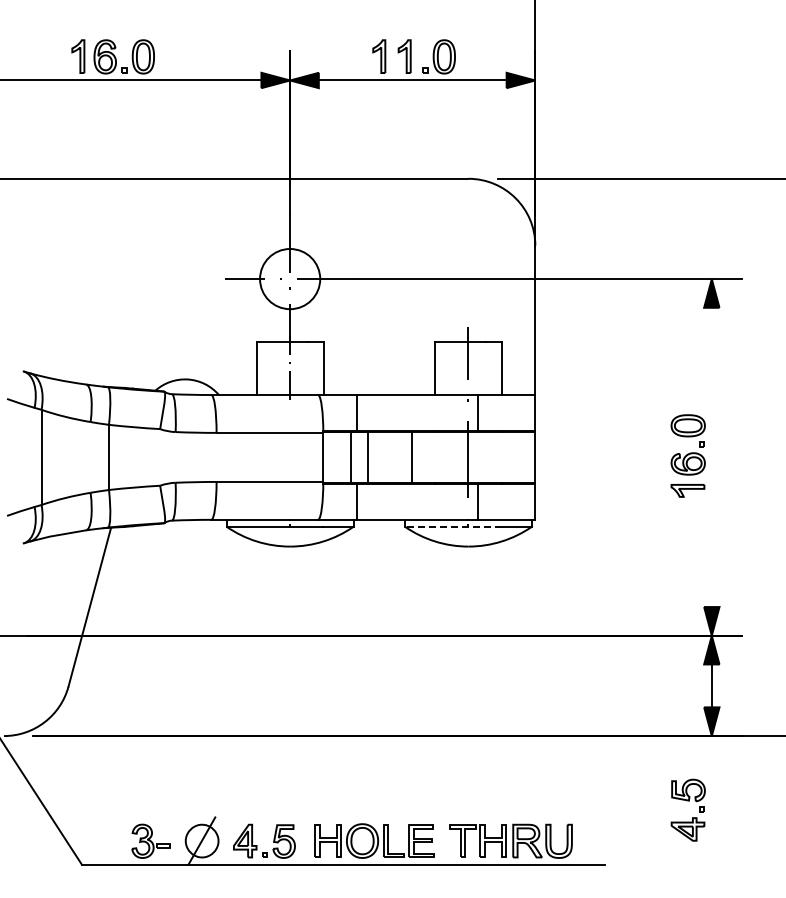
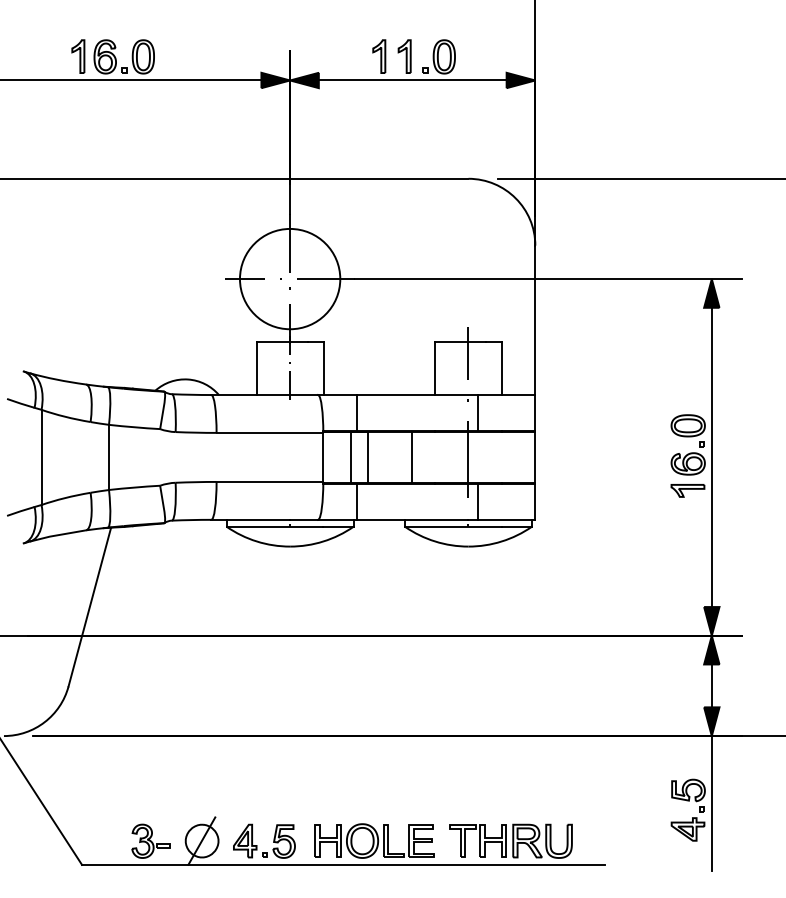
circle at (290, 279) diameter: 60 px -> 100 px
line at (711, 457): none -> present
line at (452, 526): dashed -> solid
line at (711, 803): none -> present
